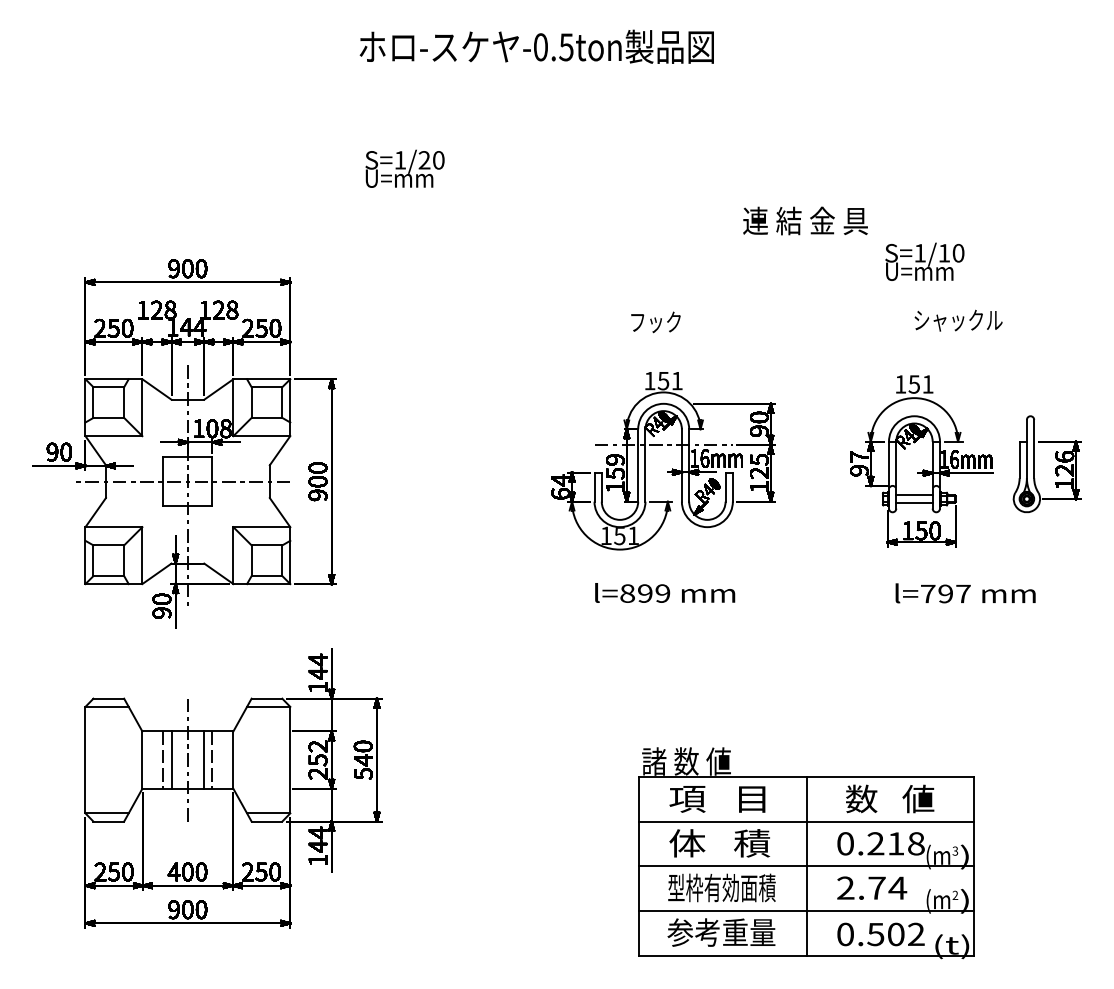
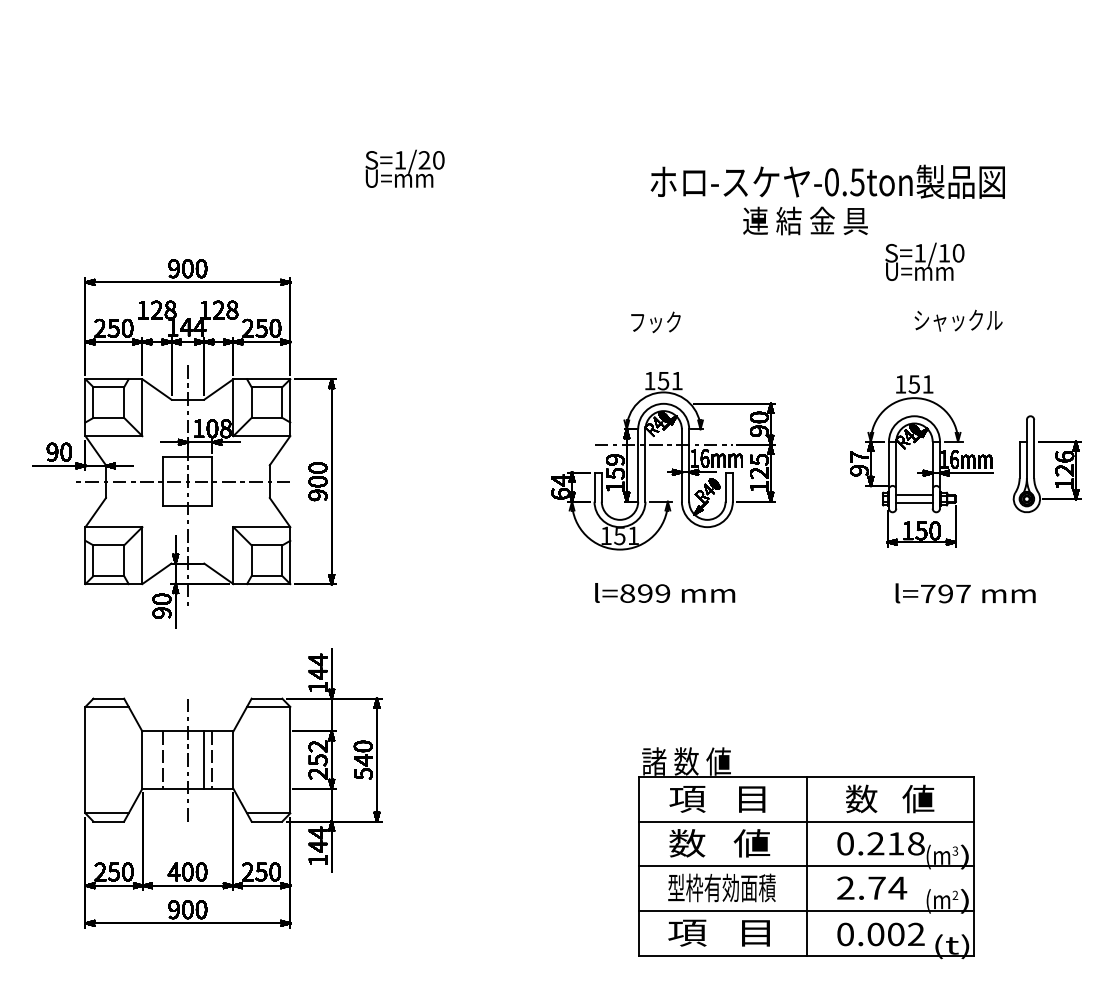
text at (536, 46) position: (536, 46) -> (827, 181)
line at (171, 759): present -> none
text at (719, 843): 体   積 -> 数   値
text at (721, 932): 参考重量 -> 項   目
text at (875, 934): 0.502 -> 0.002
